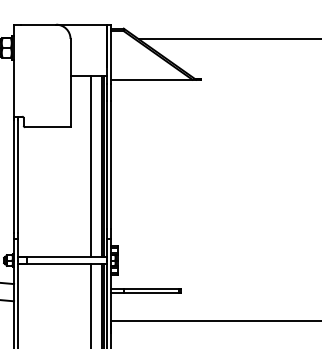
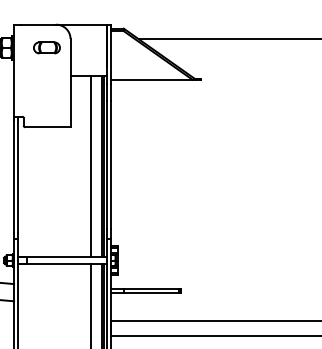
part at (46, 47): none -> present
line at (214, 335): none -> present
